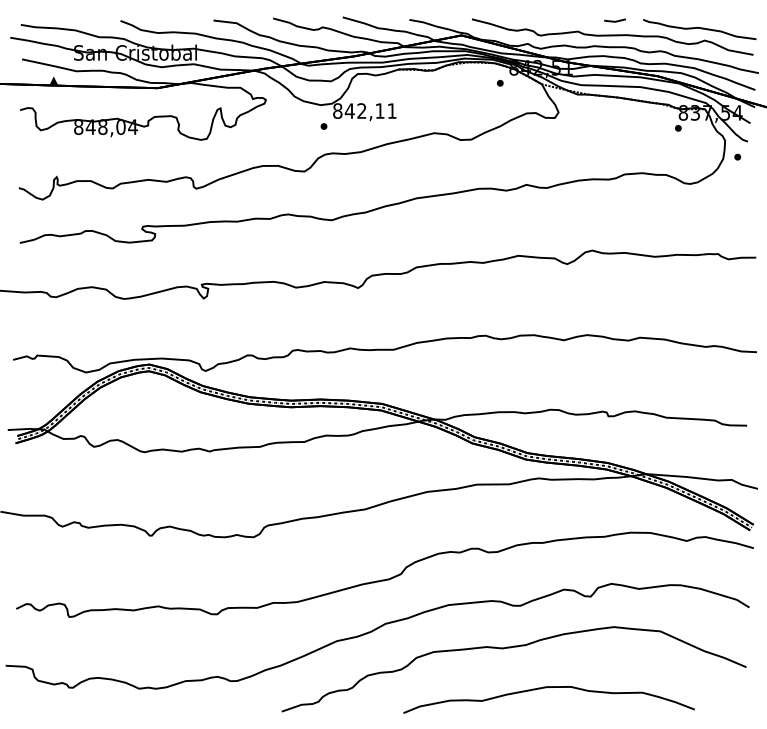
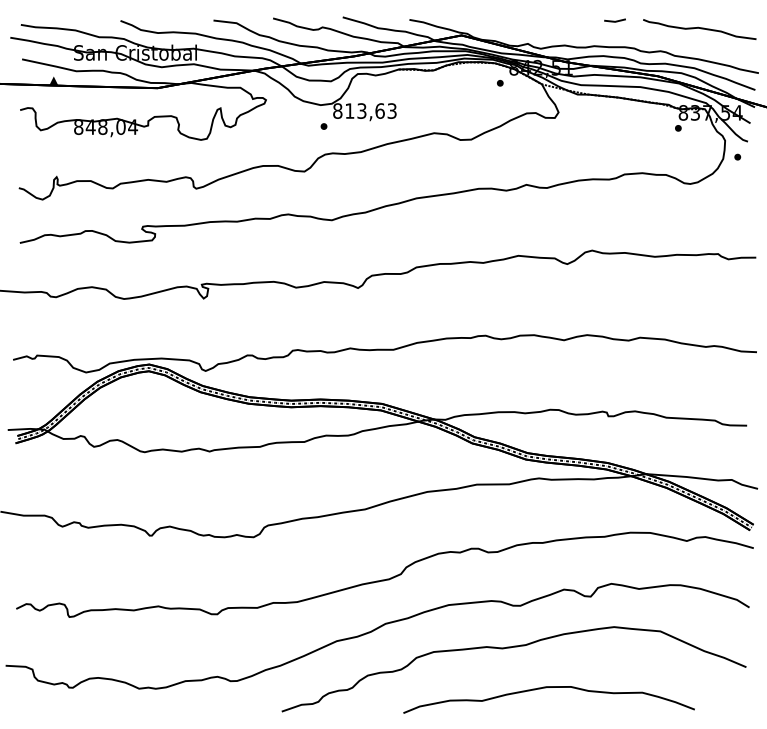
curve at (612, 36): present -> none
text at (370, 110): 842,11 -> 813,63
